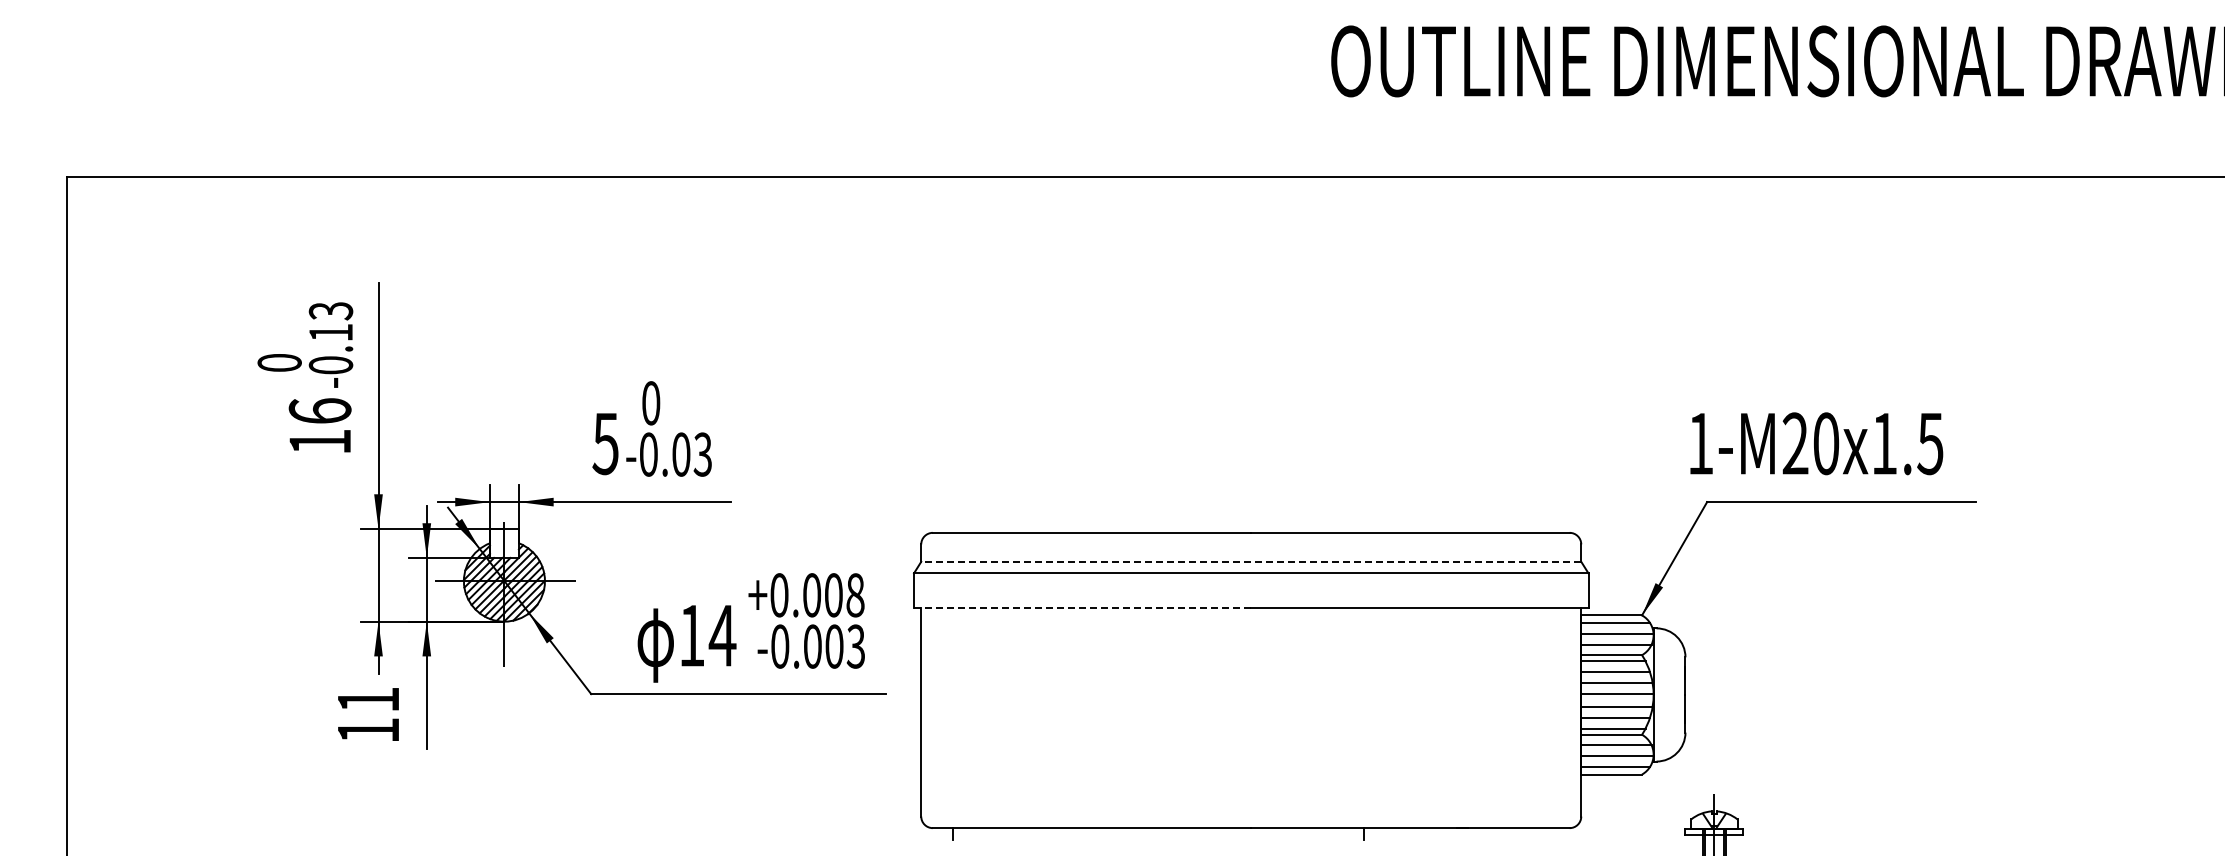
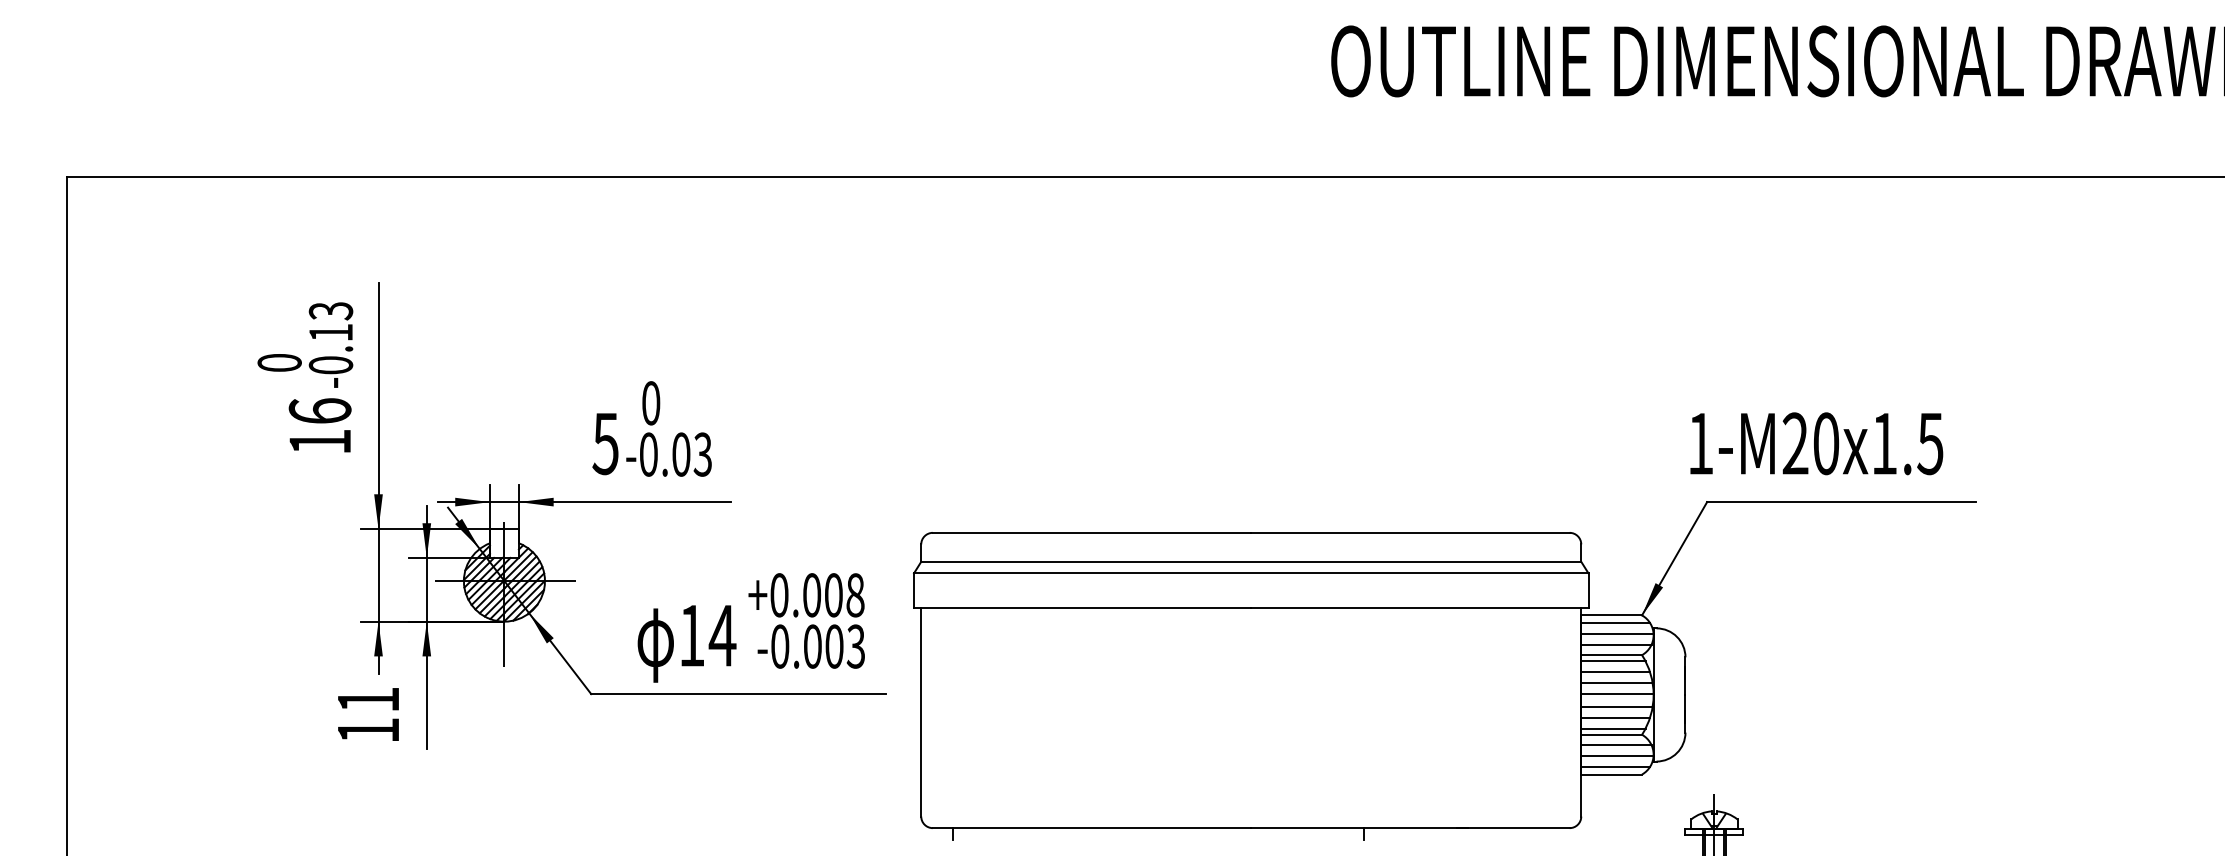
line at (1250, 561): dashed -> solid
line at (1082, 608): dashed -> solid
